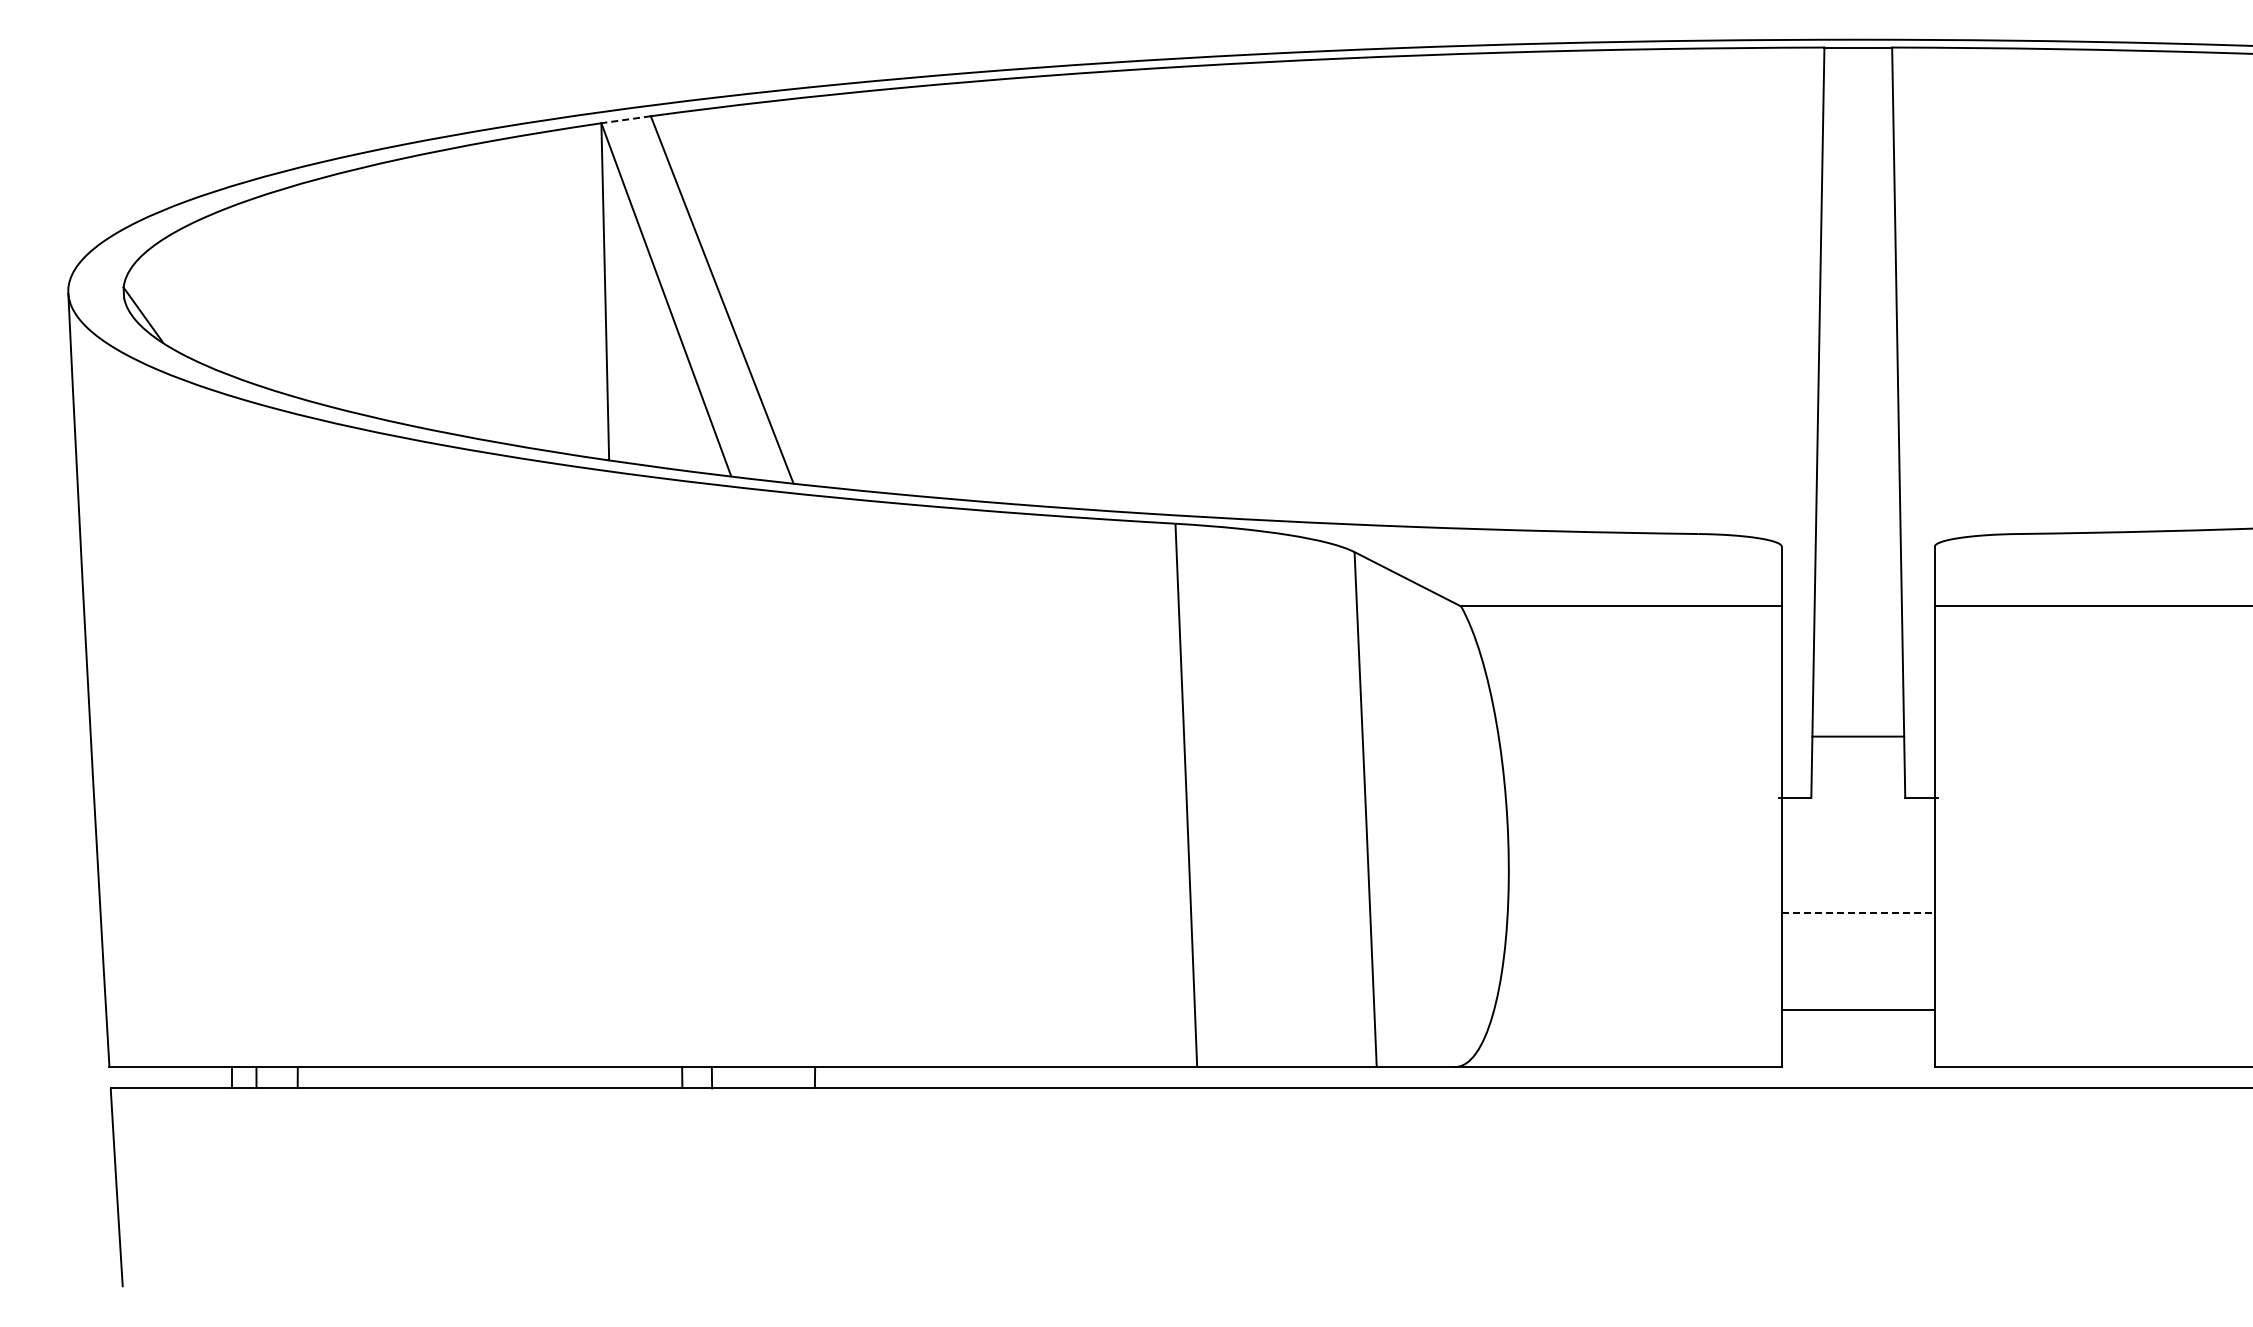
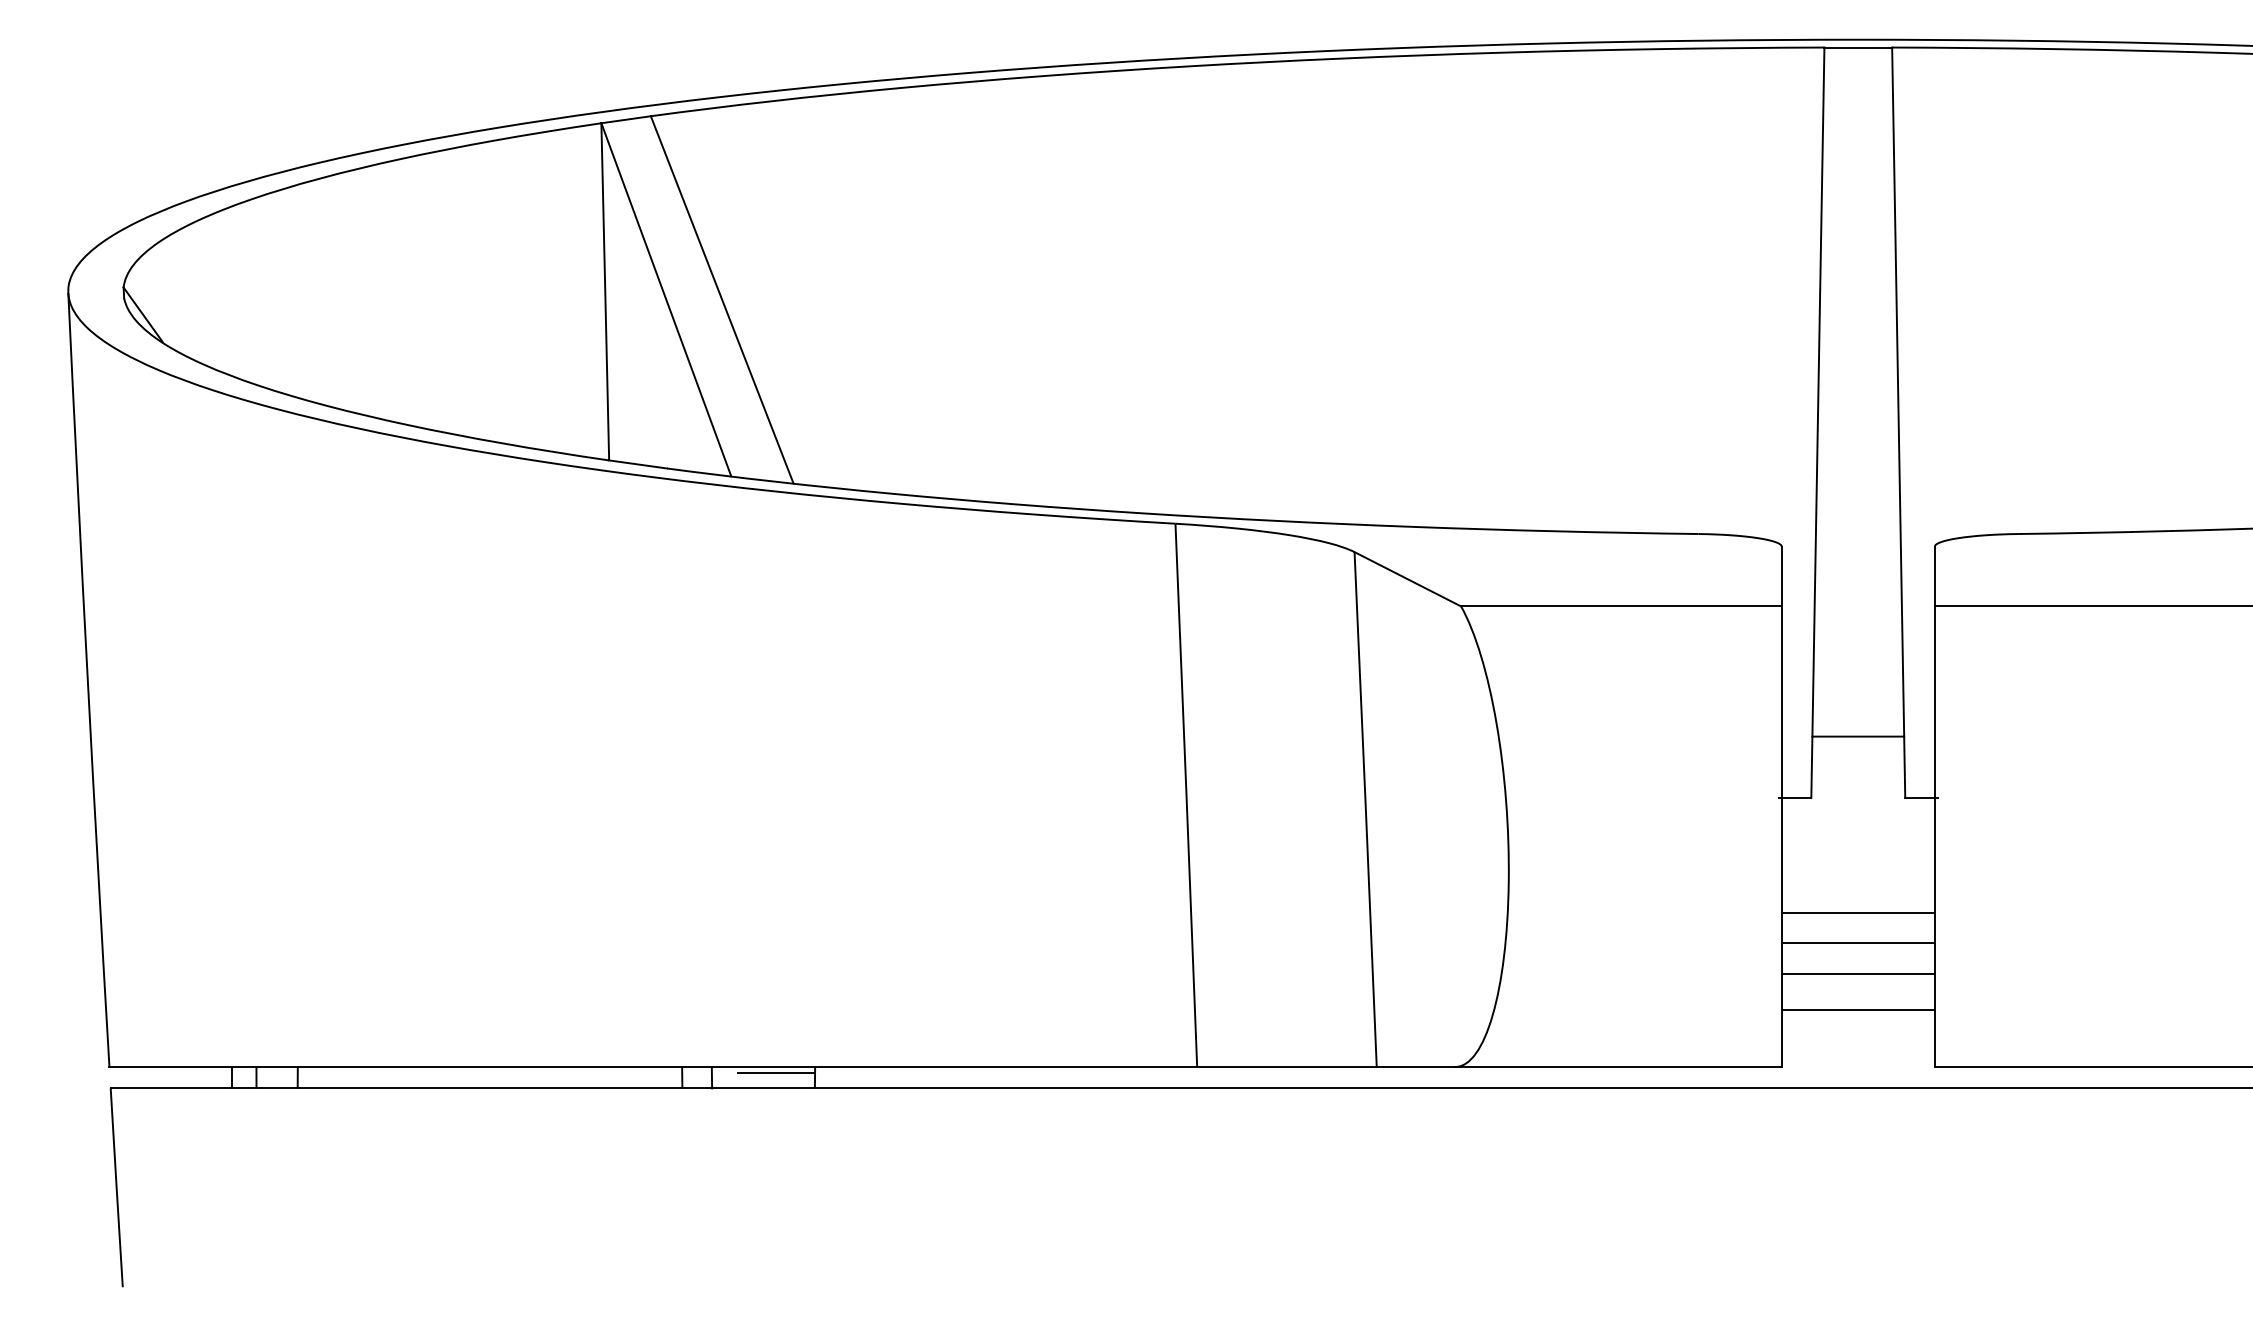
line at (626, 119): dashed -> solid
line at (1858, 912): dashed -> solid
line at (1857, 943): none -> present
line at (1857, 973): none -> present
line at (776, 1073): none -> present
